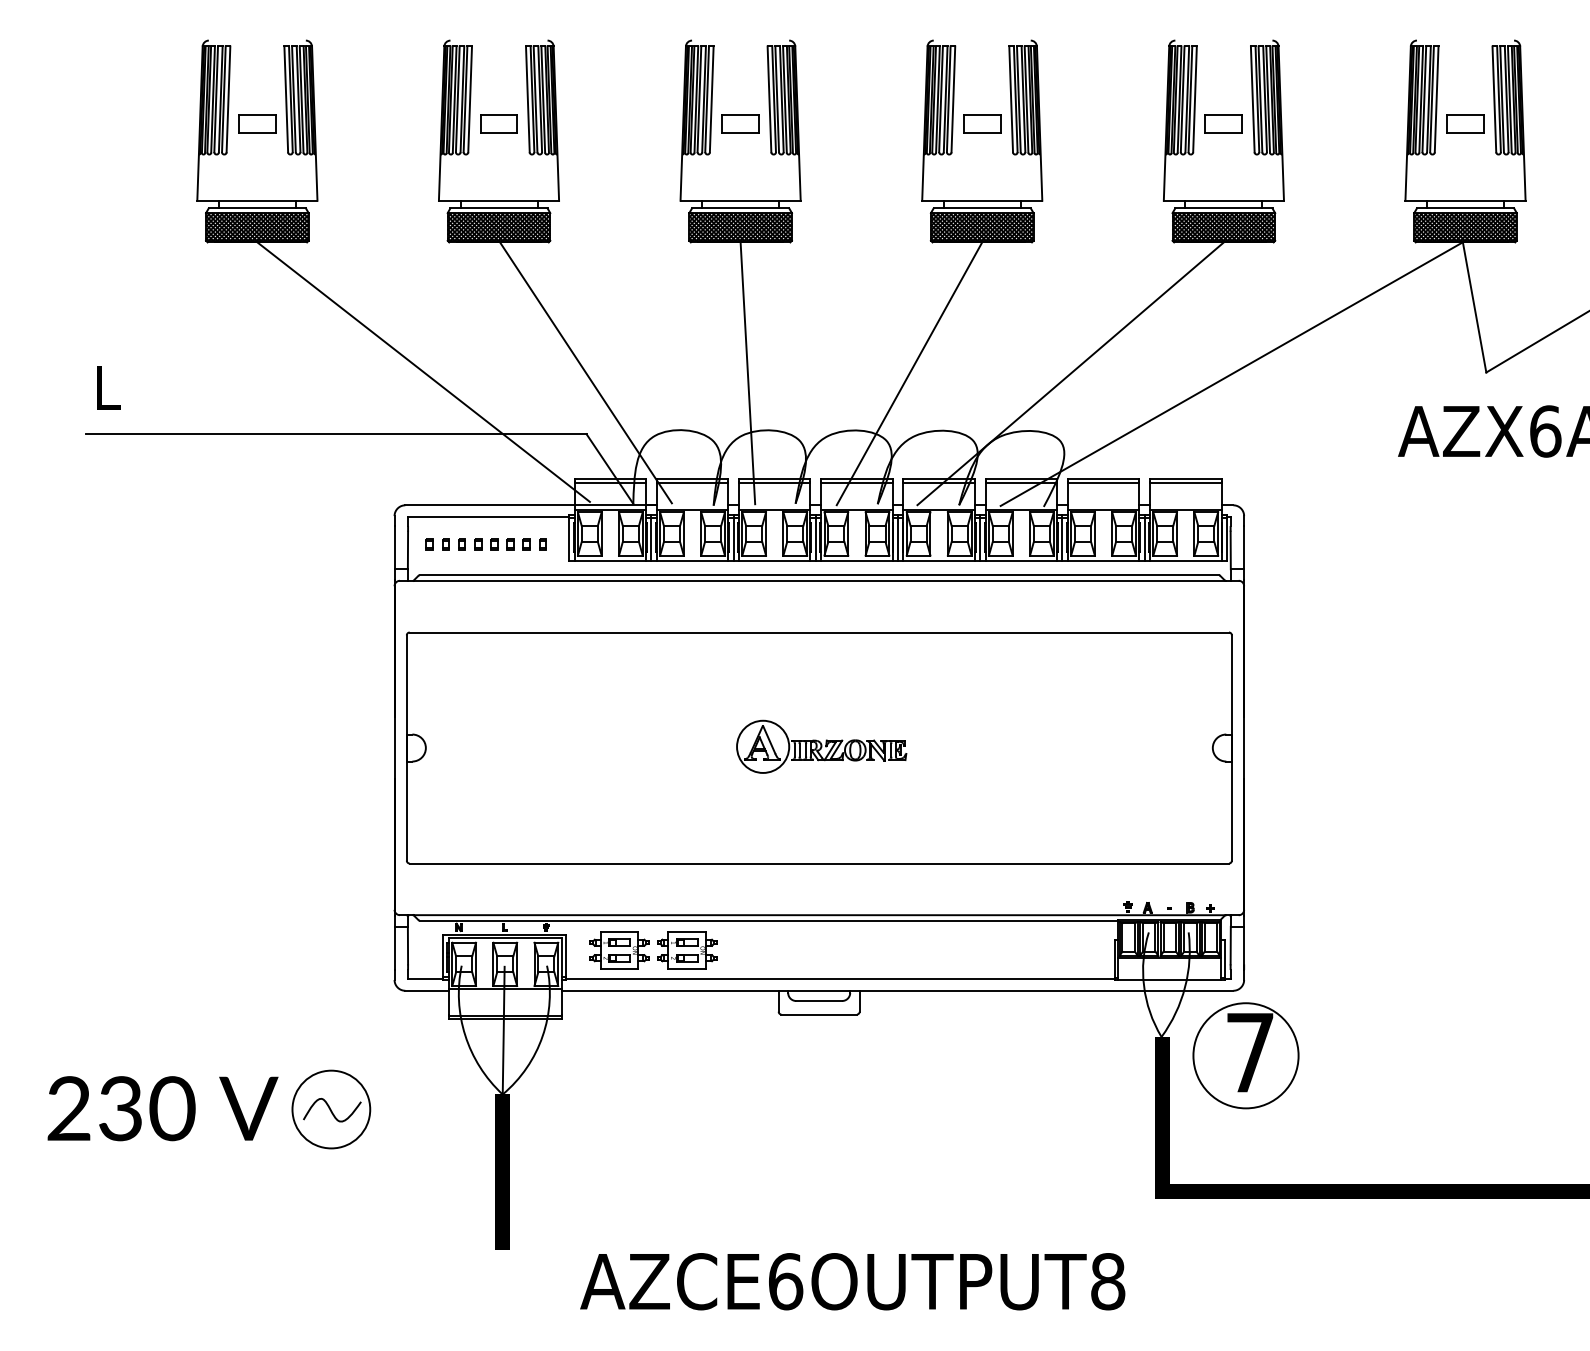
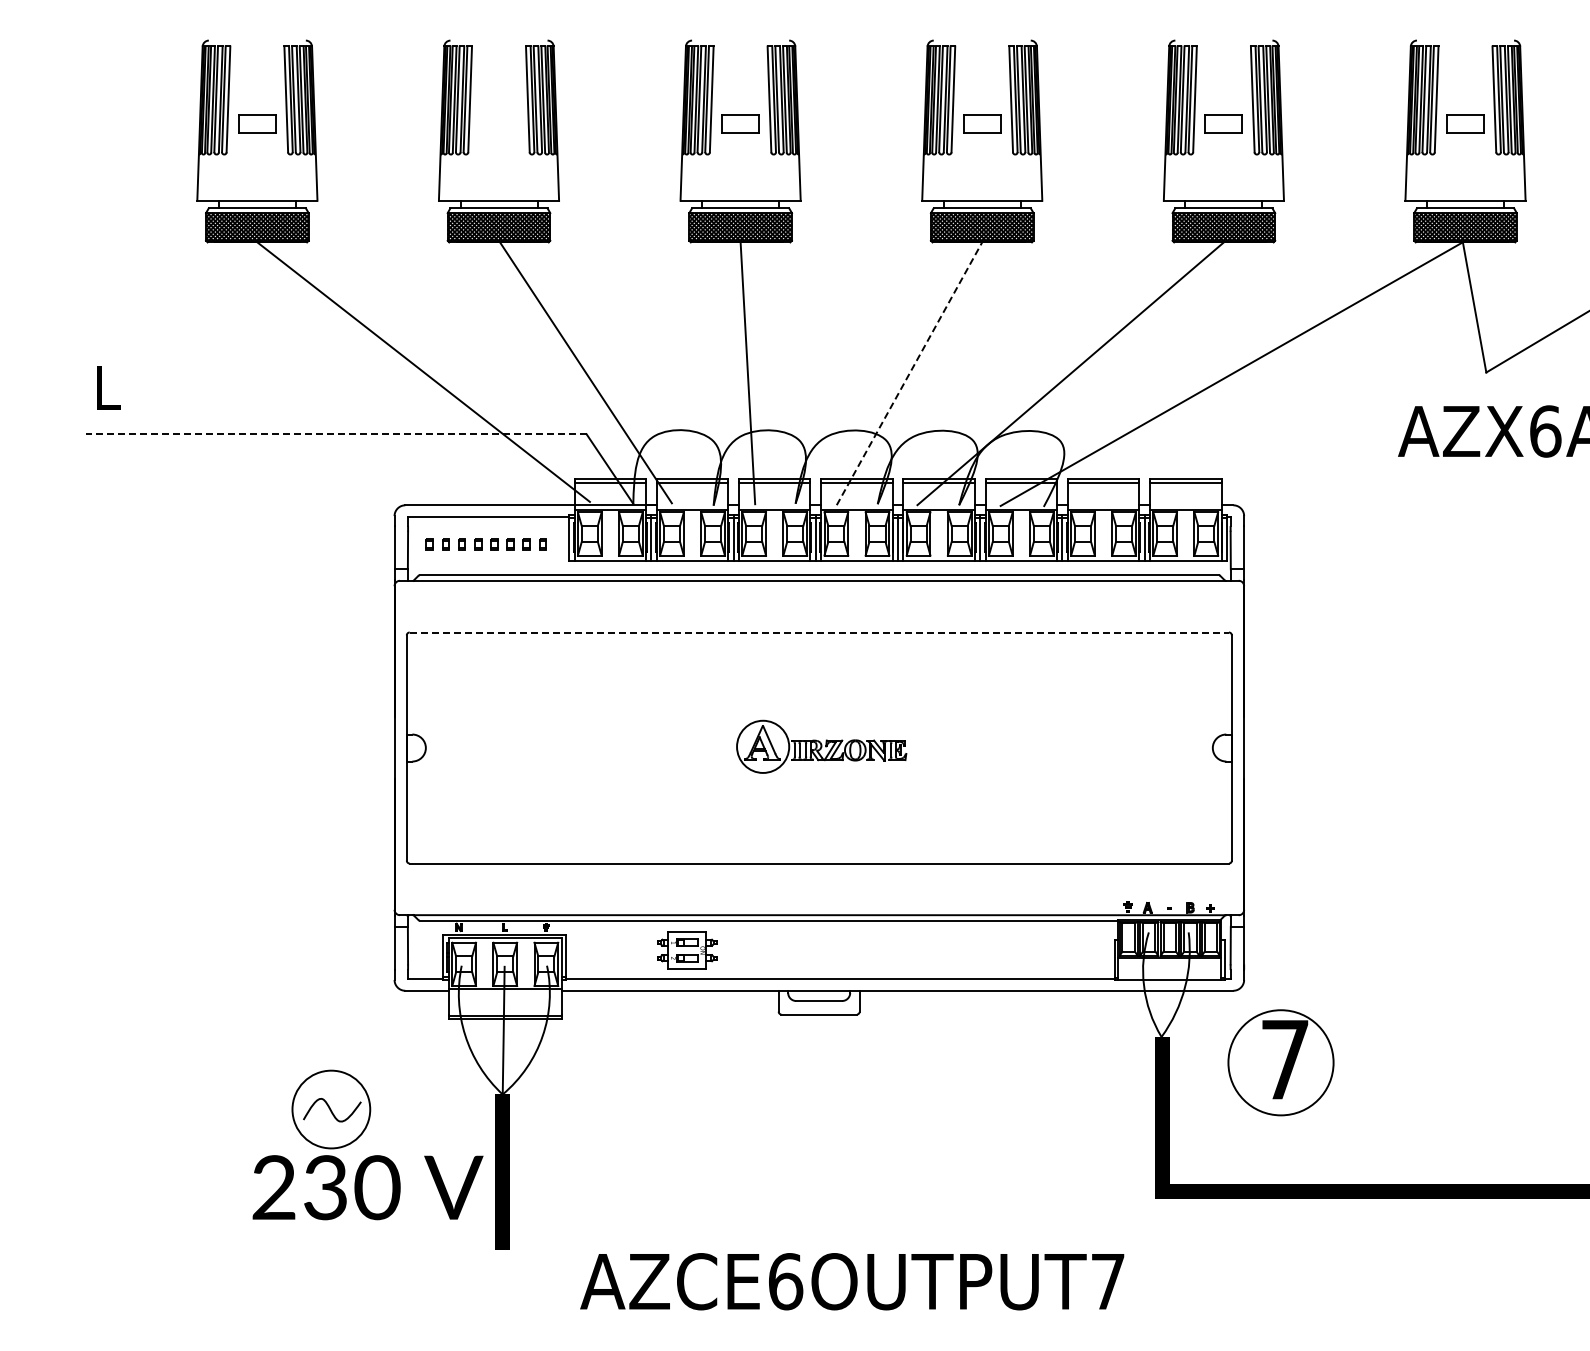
part at (498, 123): present -> none
line at (909, 373): solid -> dashed
line at (335, 434): solid -> dashed
line at (819, 632): solid -> dashed
part at (619, 950): present -> none
part at (1245, 1055) position: (1245, 1055) -> (1280, 1062)
text at (162, 1108) position: (162, 1108) -> (367, 1187)
text at (1108, 1281): AZCE6OUTPUT8 -> AZCE6OUTPUT7
